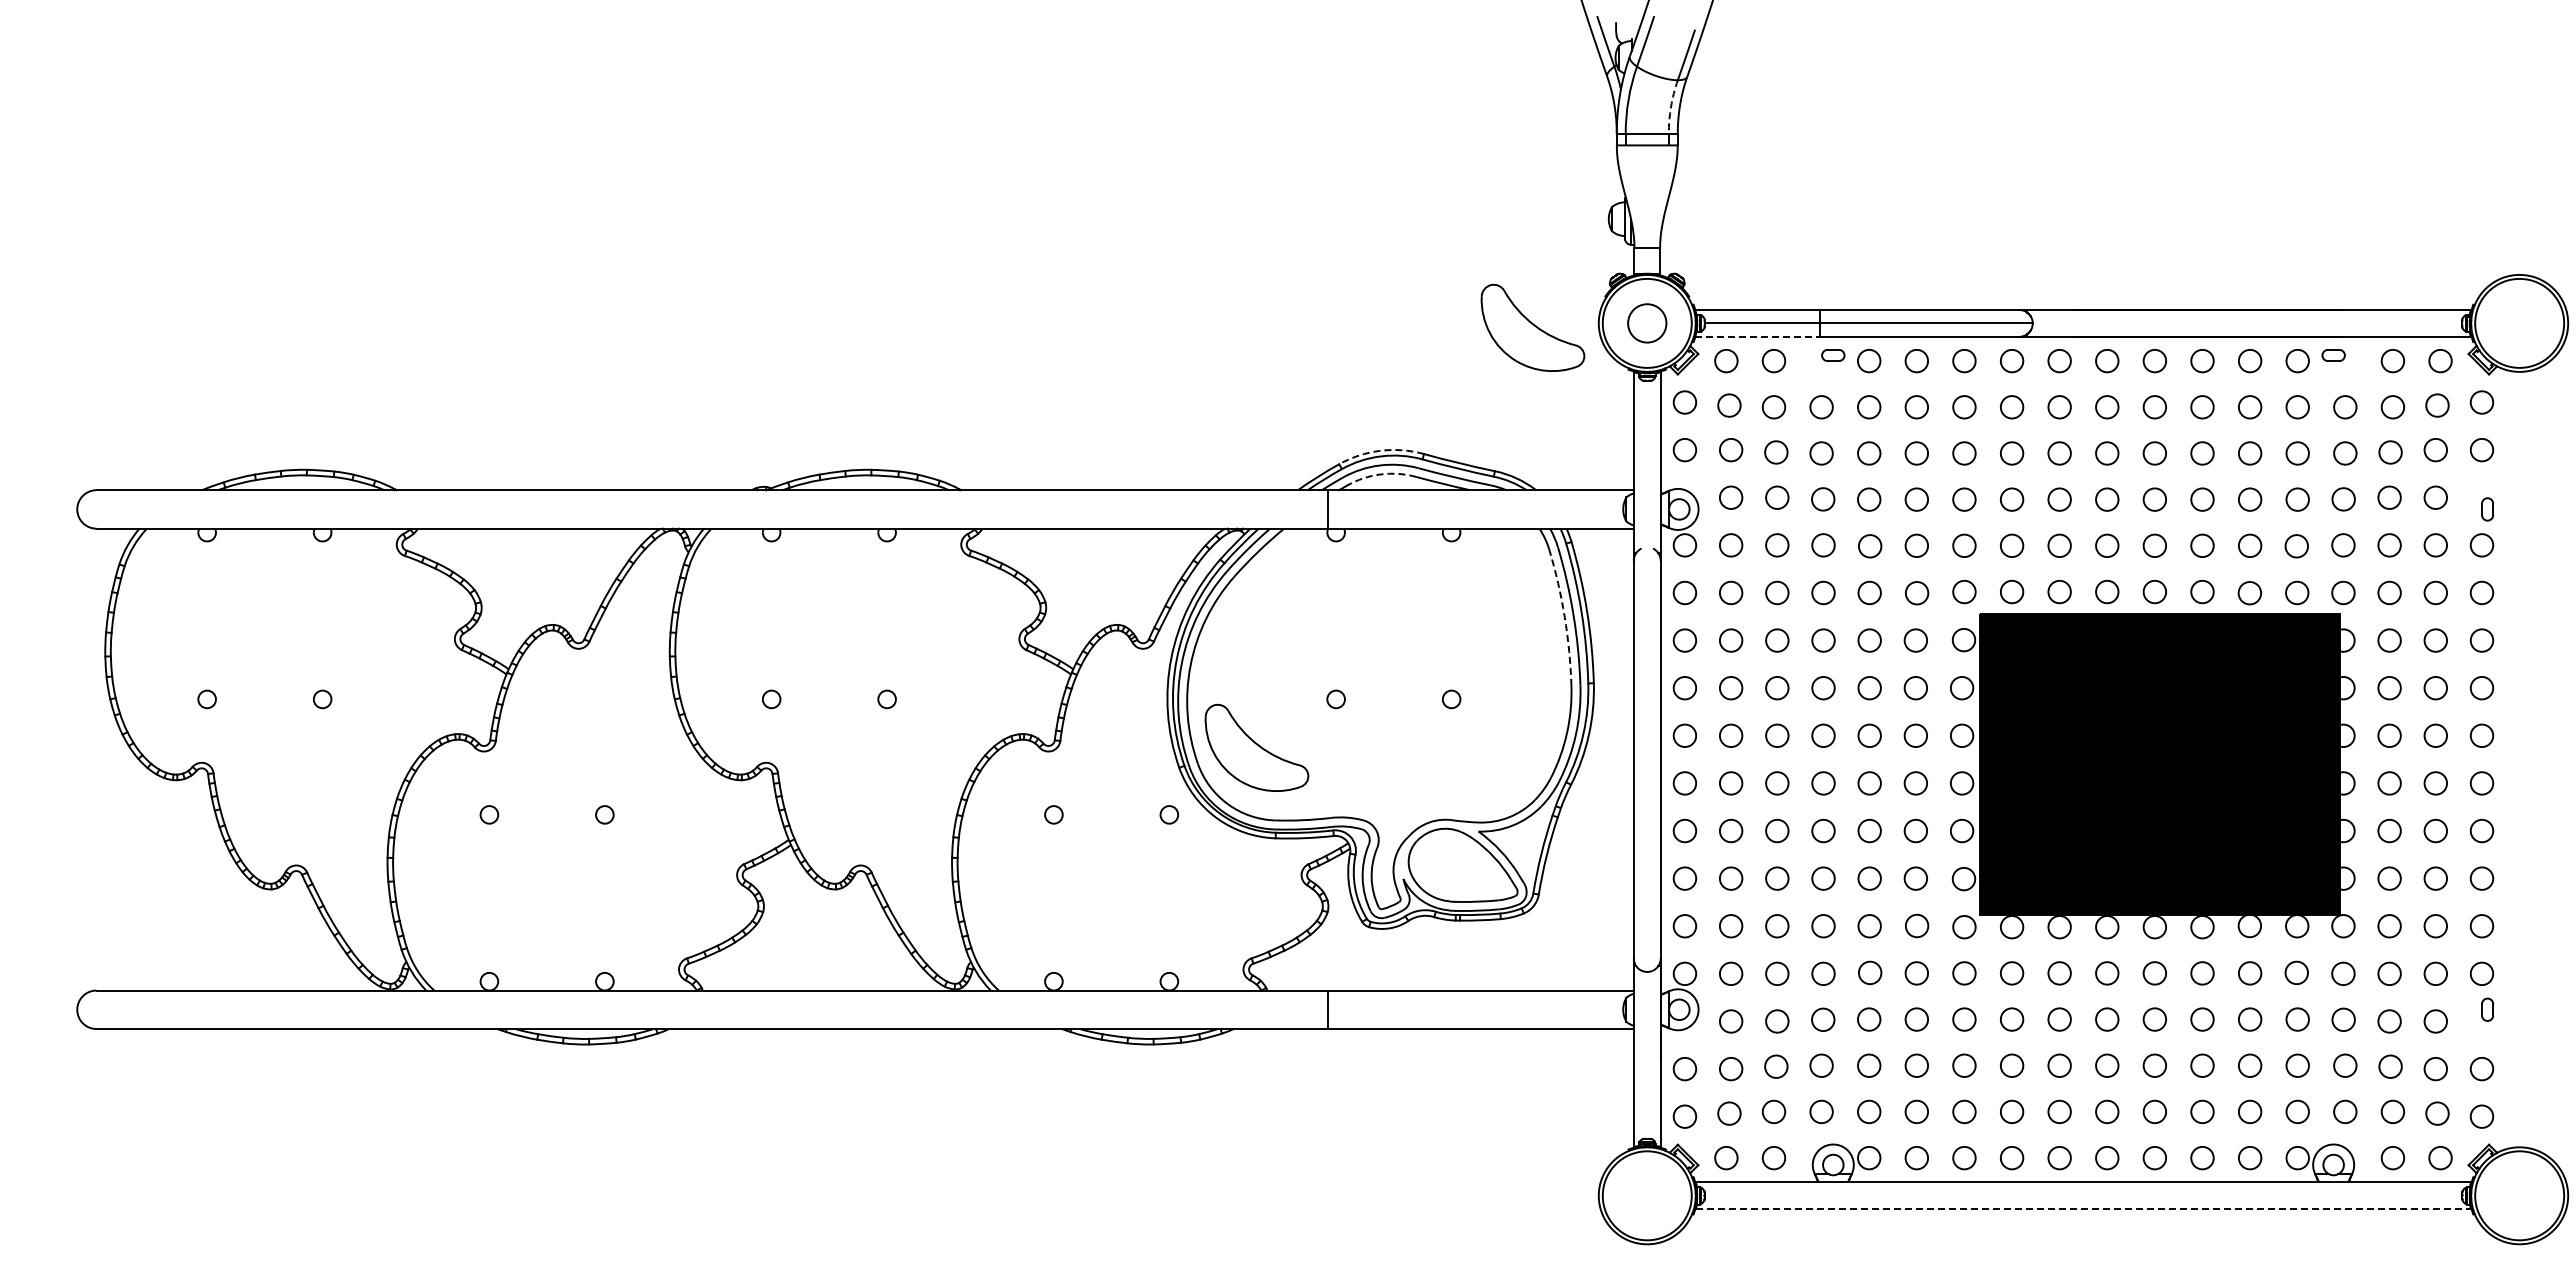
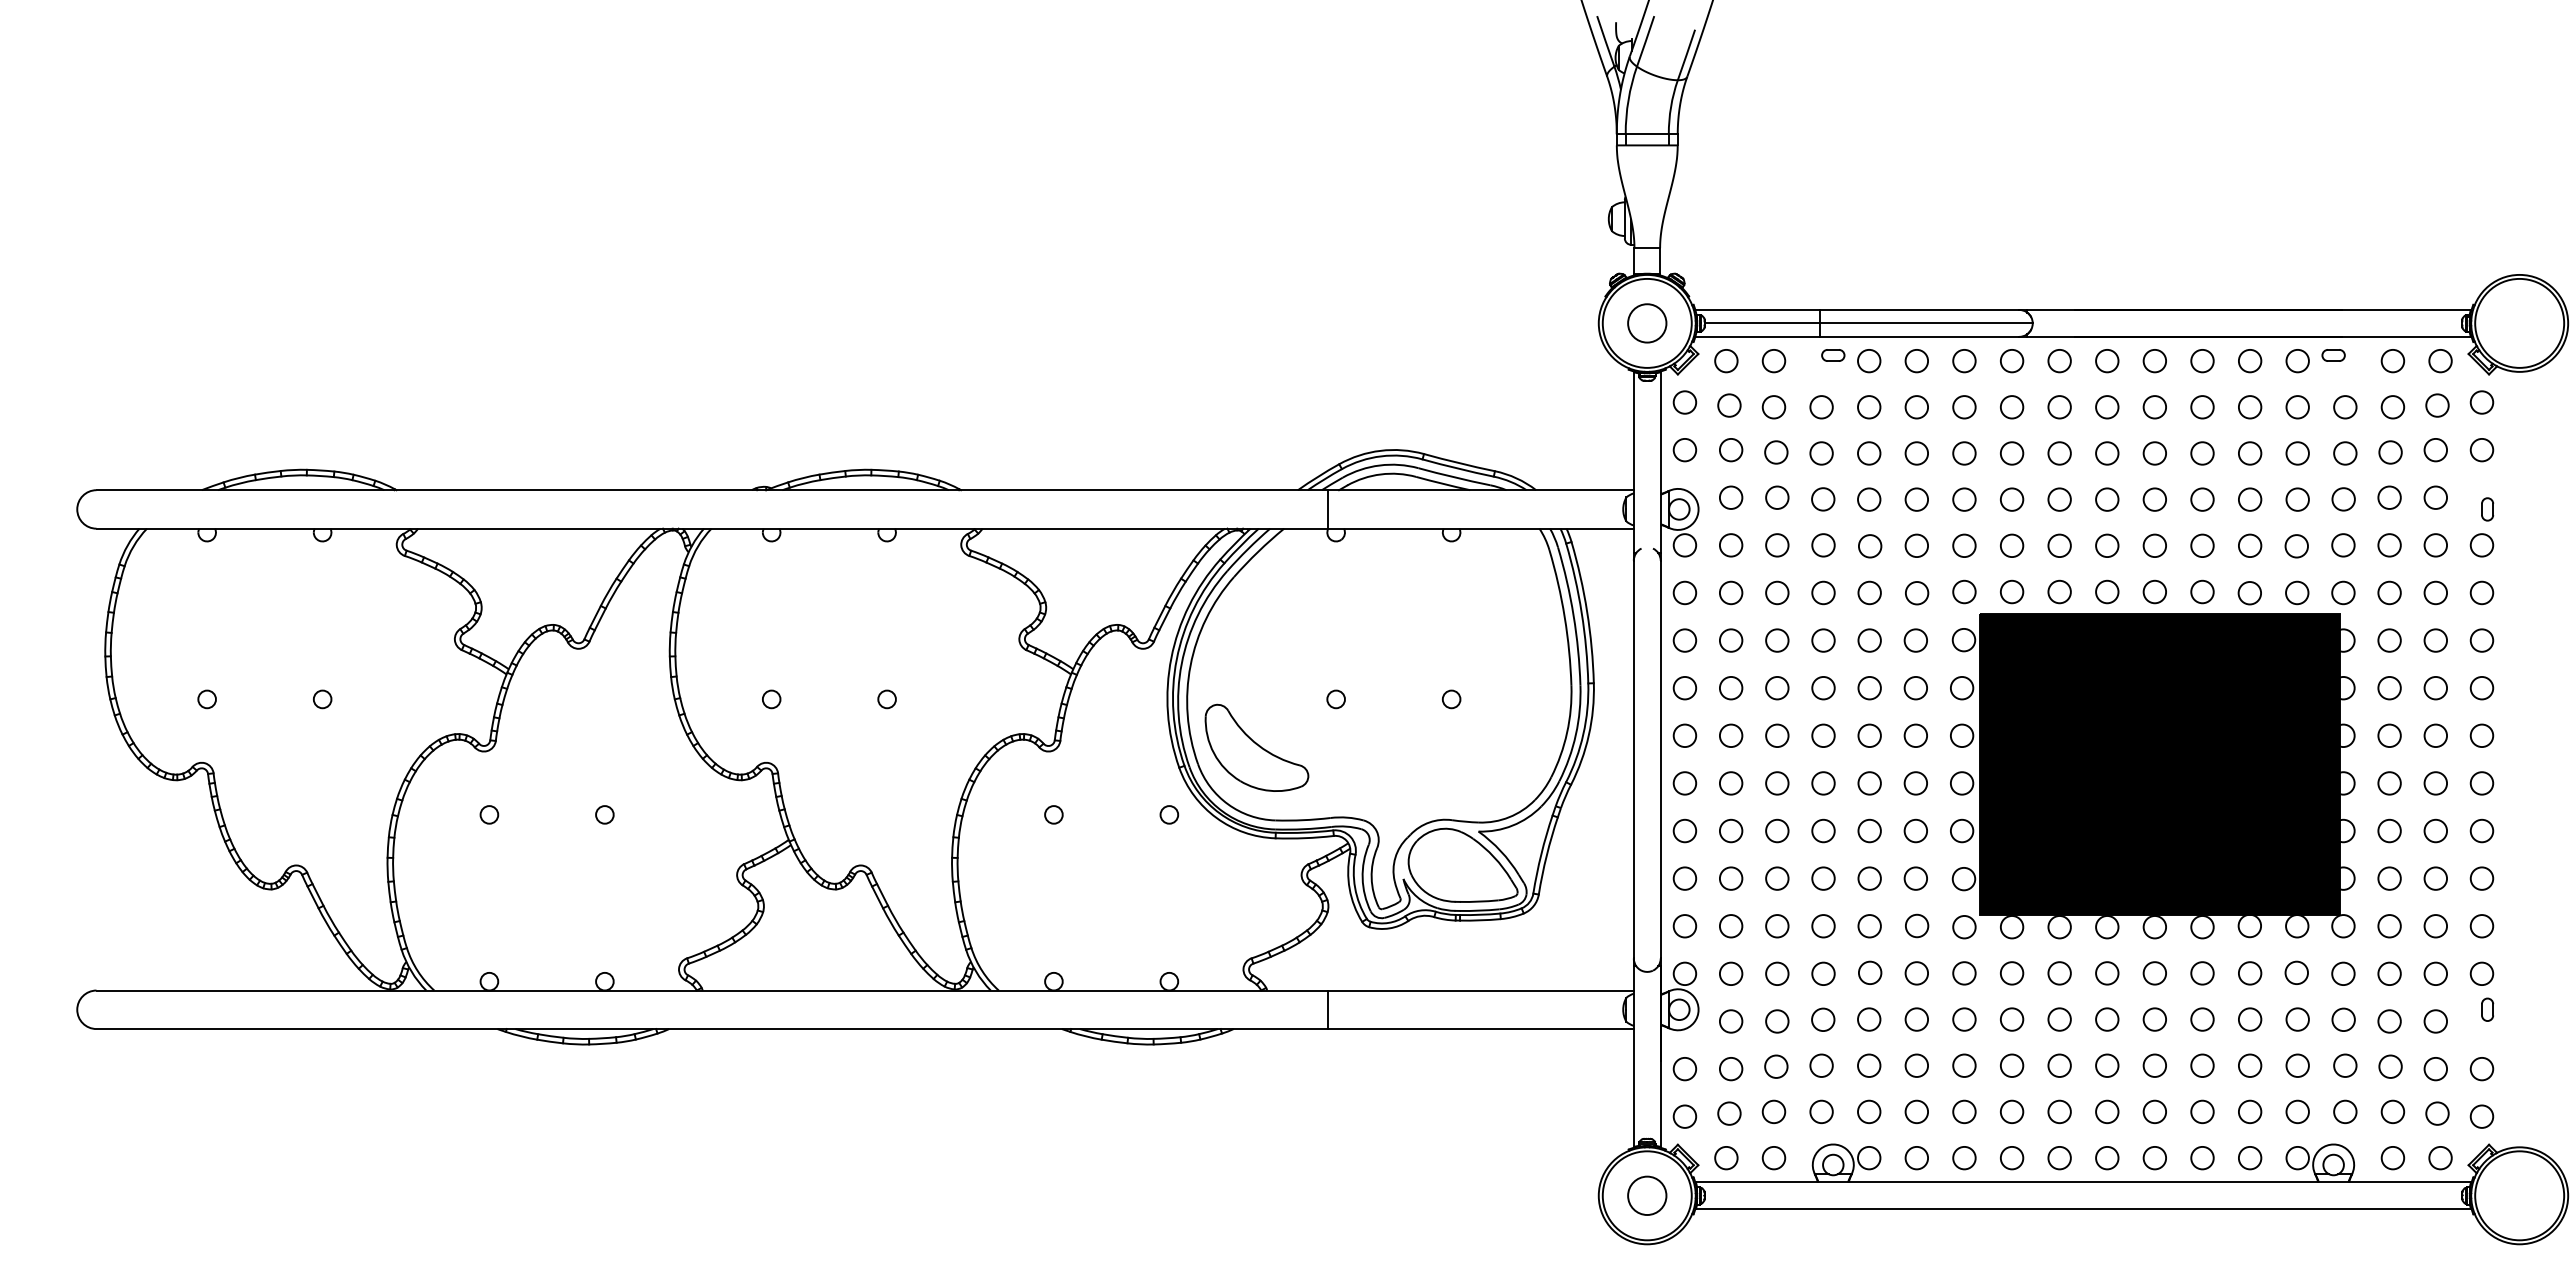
arc at (1671, 106): dashed -> solid
part at (1532, 327): present -> none
line at (1757, 336): dashed -> solid
arc at (1380, 450): dashed -> solid
arc at (1380, 474): dashed -> solid
arc at (1564, 617): dashed -> solid
circle at (1647, 1195): none -> present
line at (2083, 1209): dashed -> solid
